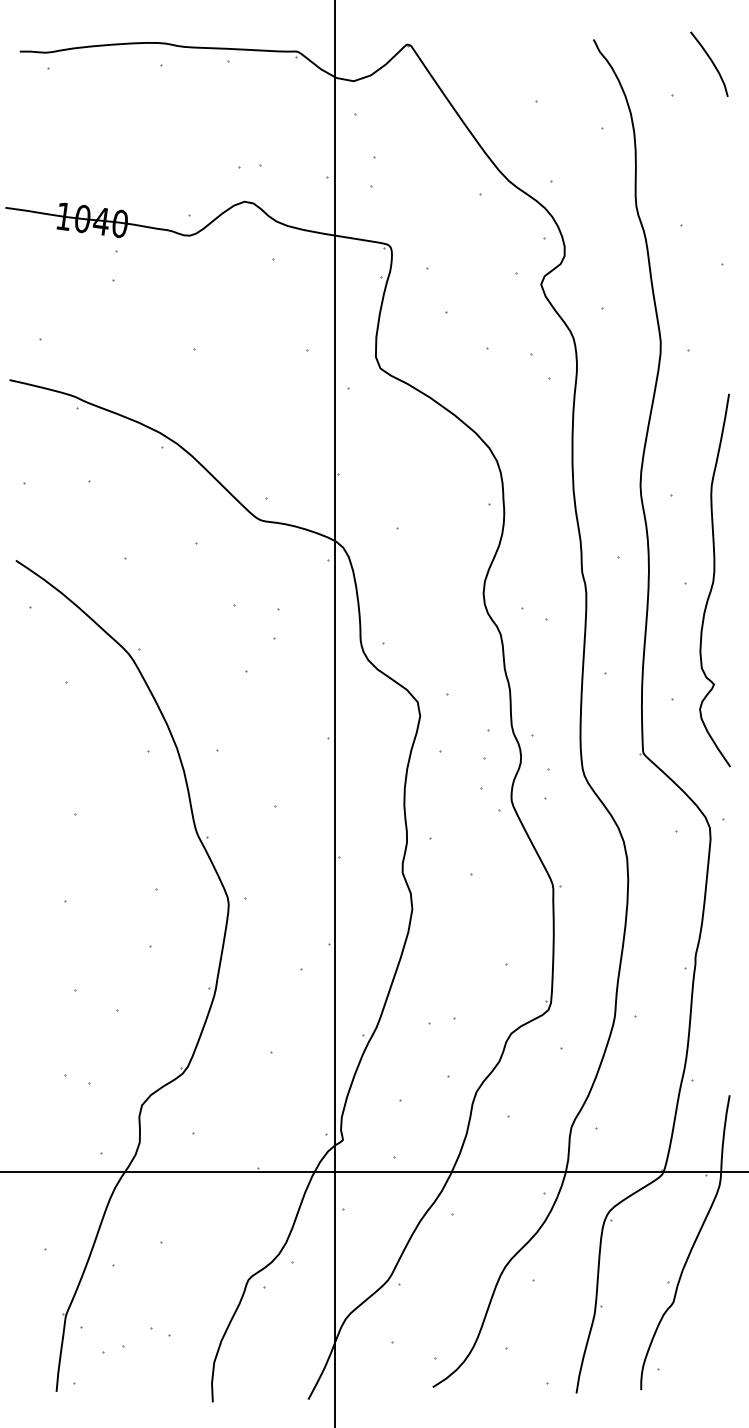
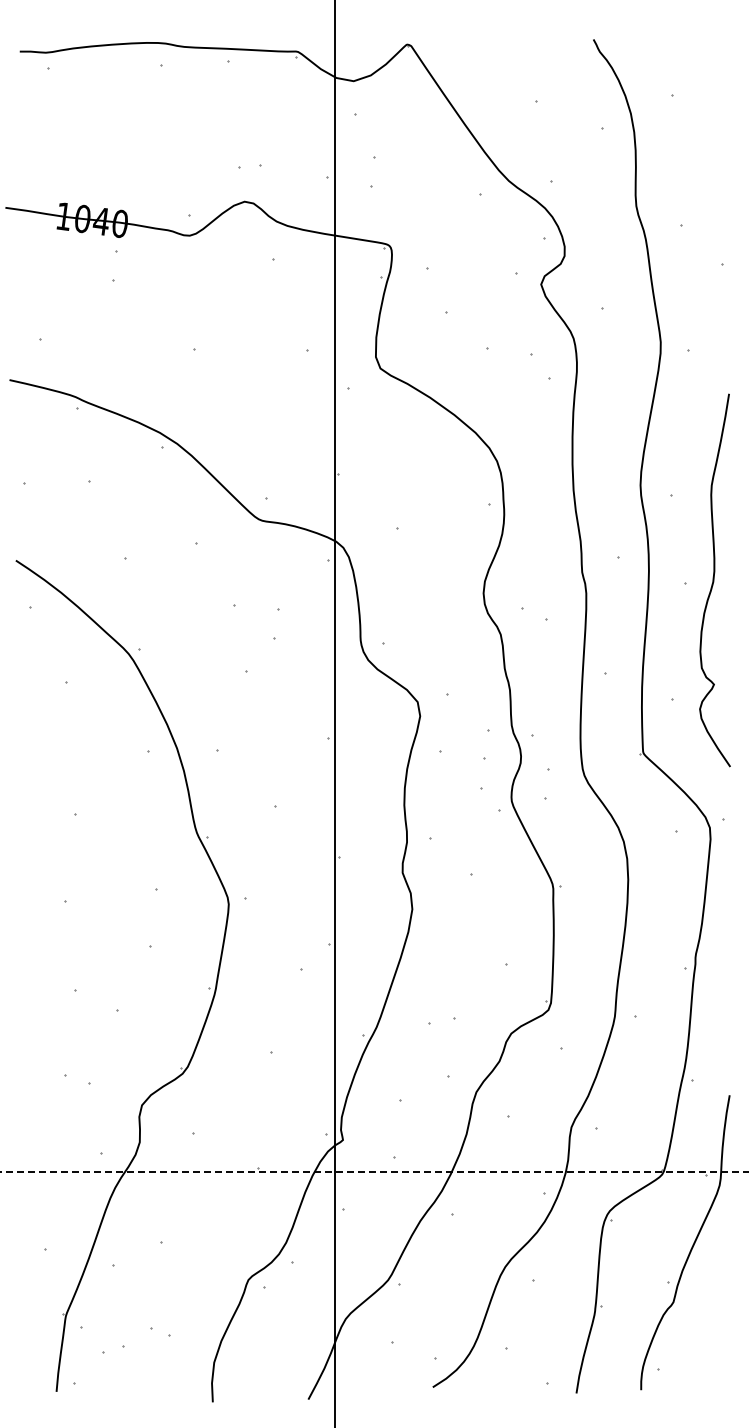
curve at (711, 62): present -> none
line at (374, 1172): solid -> dashed
